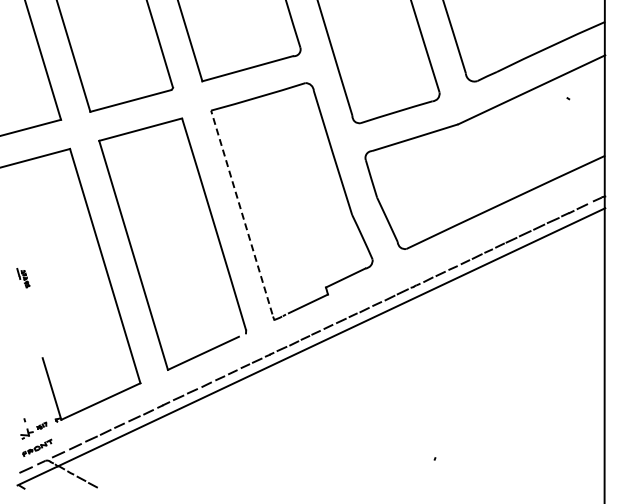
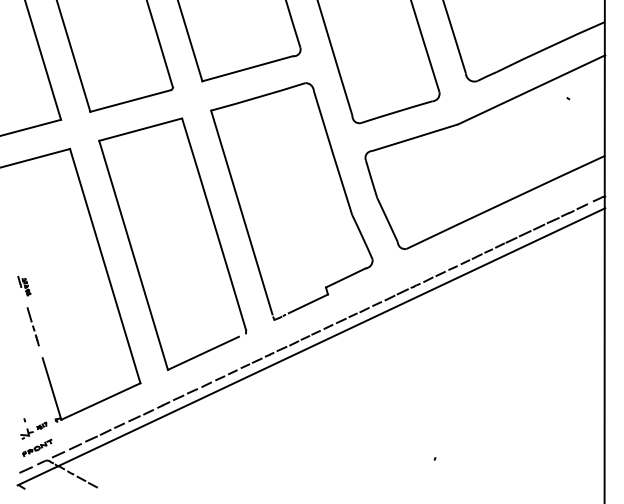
line at (241, 212): dashed -> solid
part at (23, 278) position: (23, 278) -> (24, 286)
line at (32, 326): none -> present
